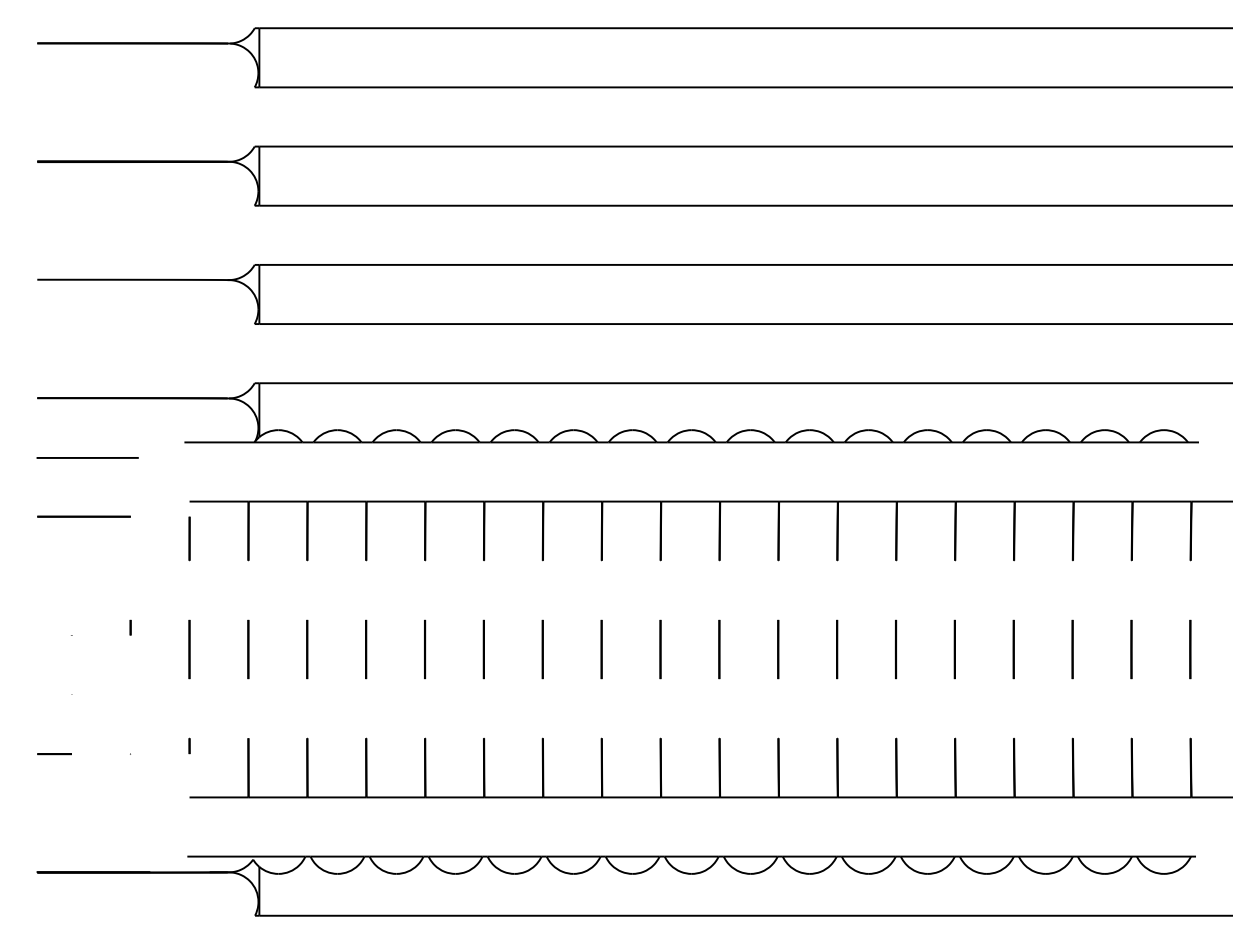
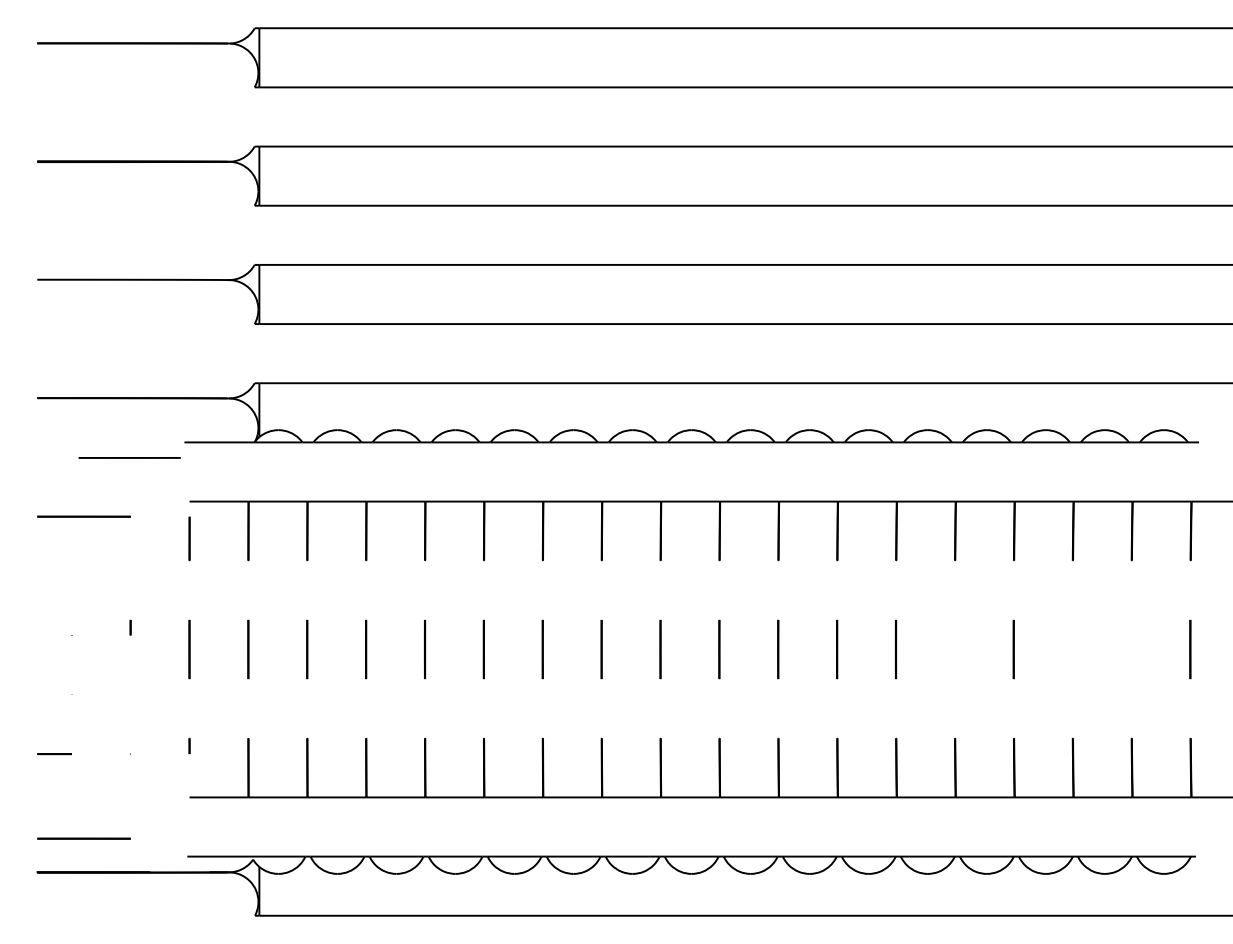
line at (87, 457) position: (87, 457) -> (129, 457)
line at (954, 649): present -> none
line at (1072, 649): present -> none
line at (1131, 649): present -> none
line at (83, 838): none -> present
